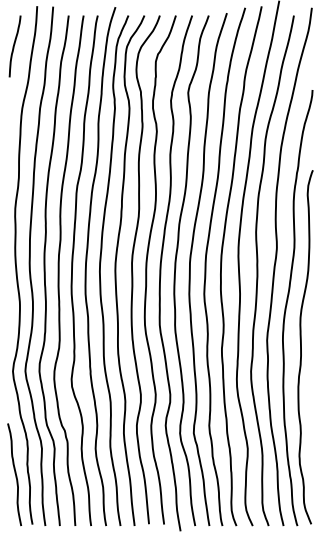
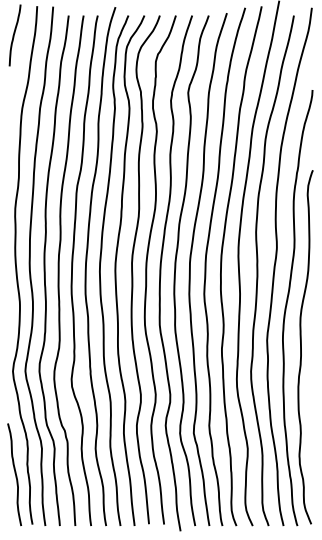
curve at (14, 46) position: (14, 46) -> (14, 35)
